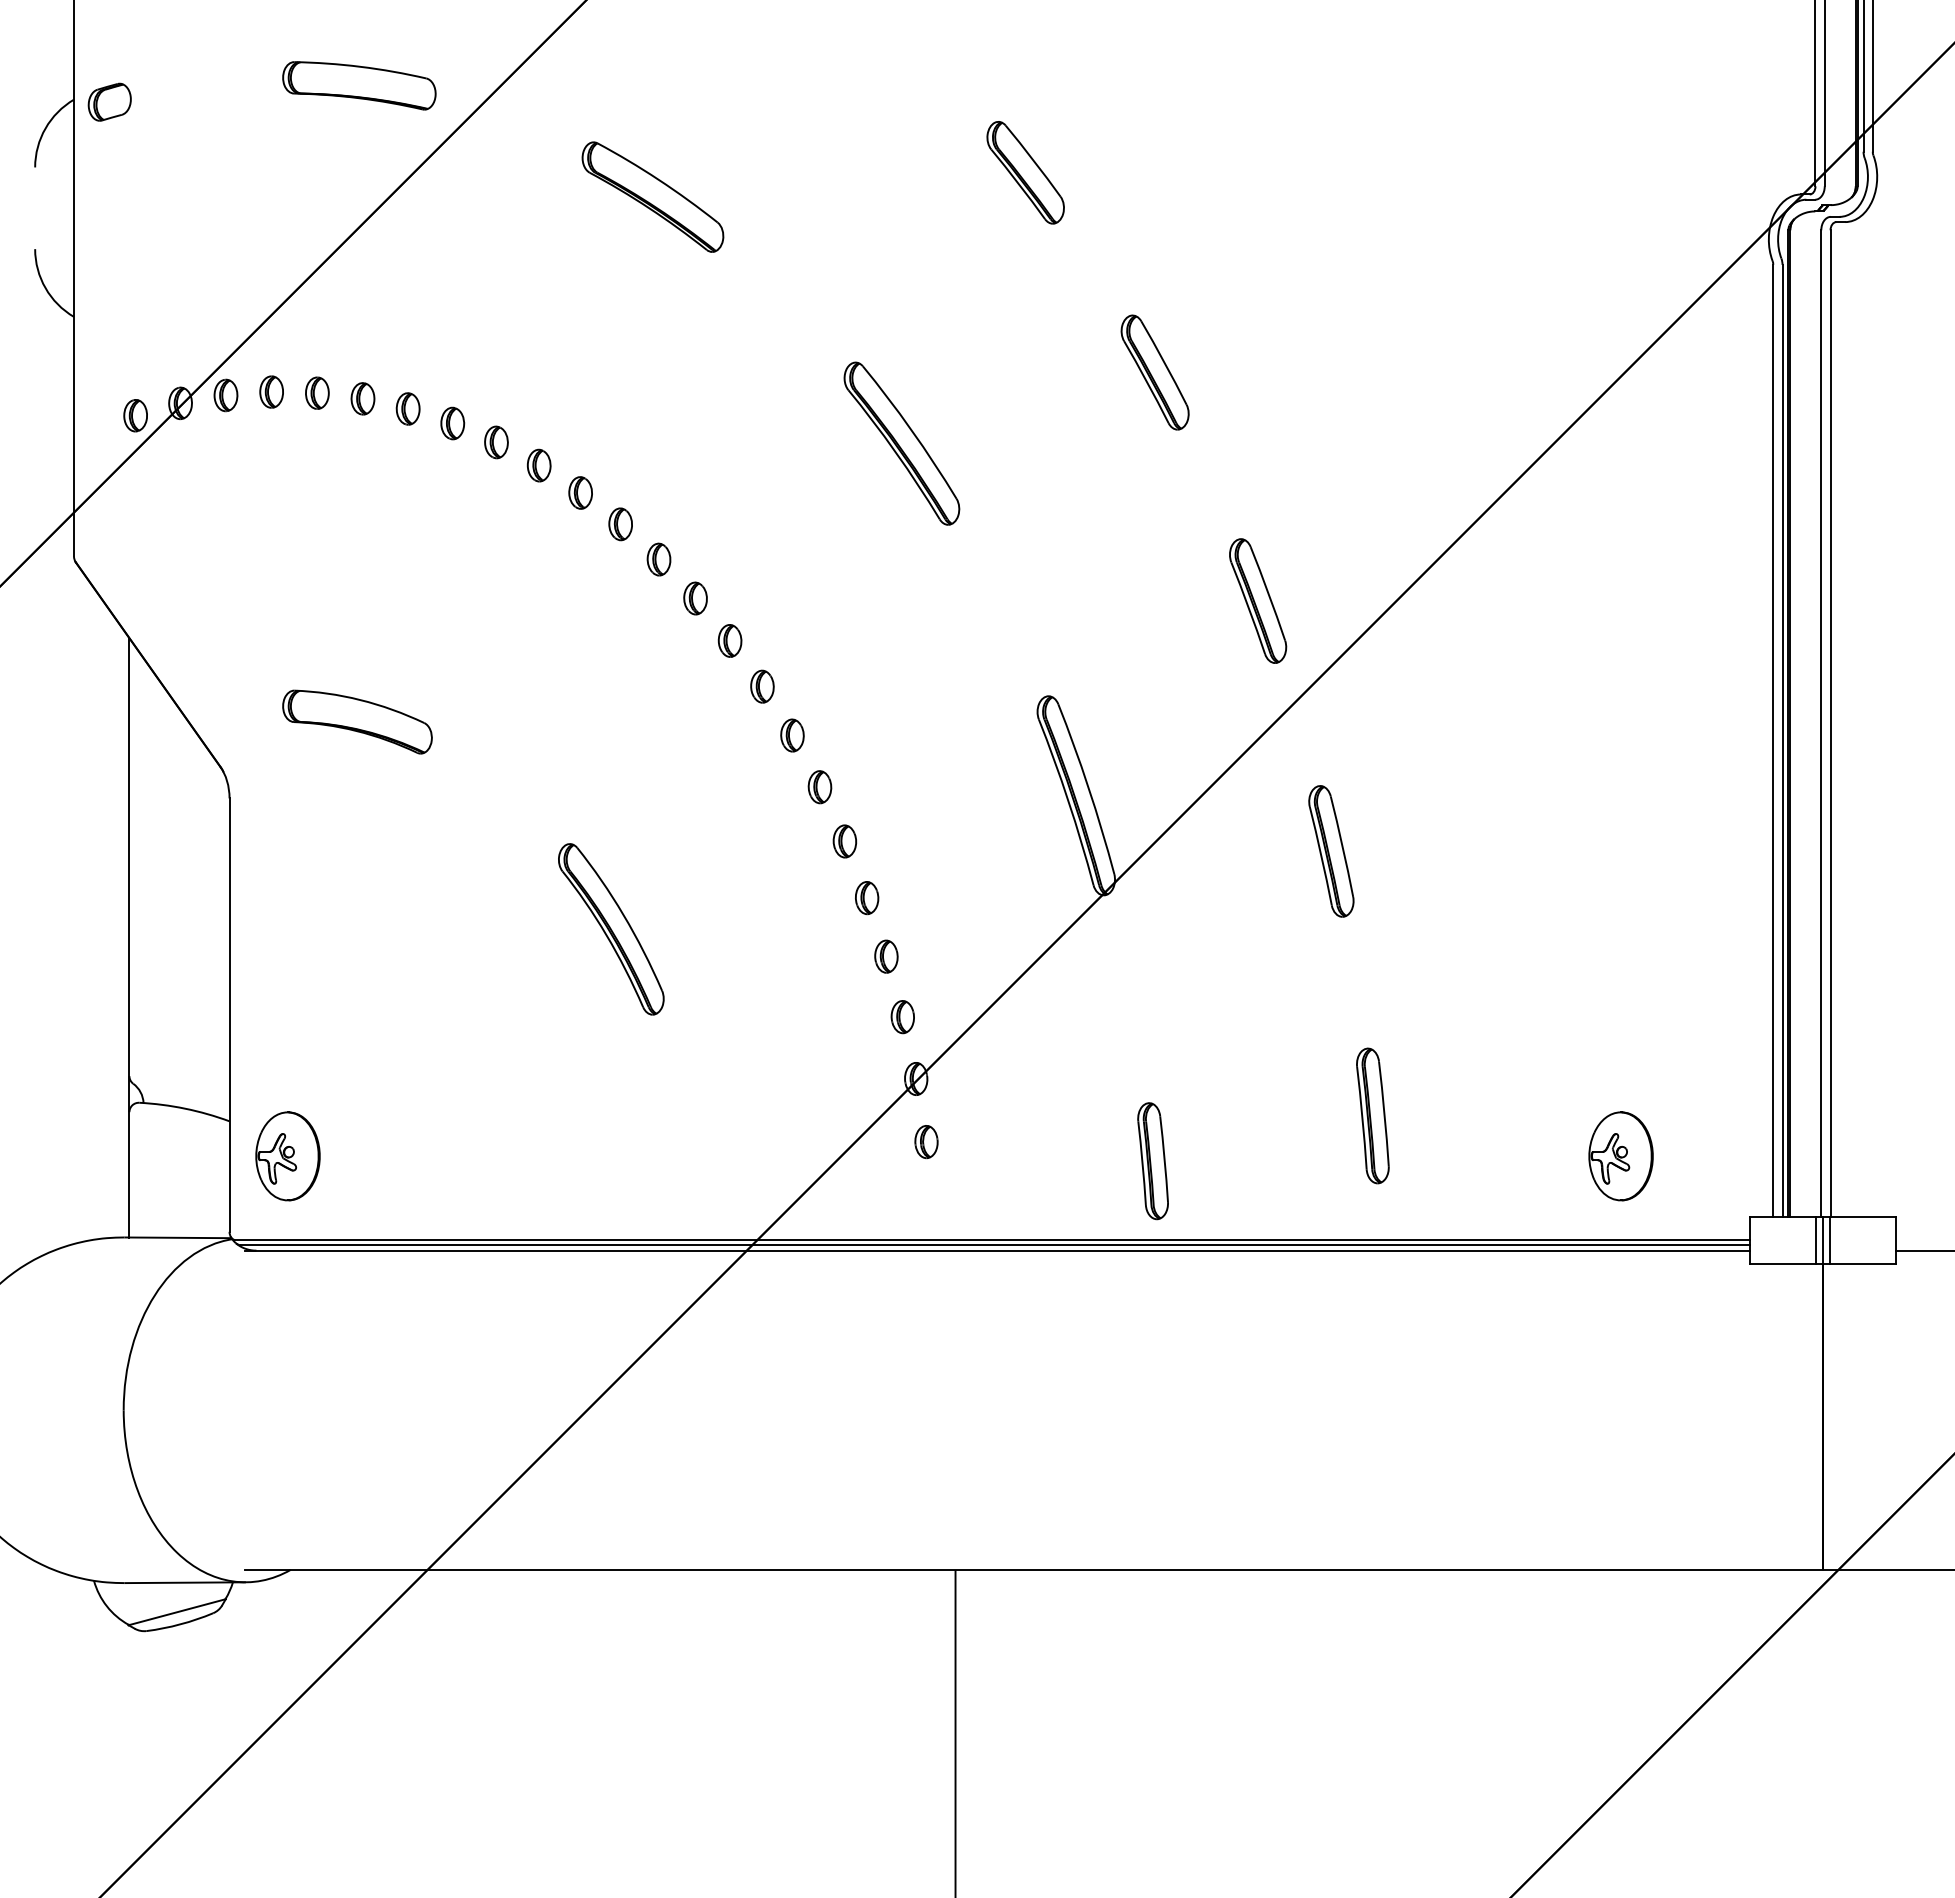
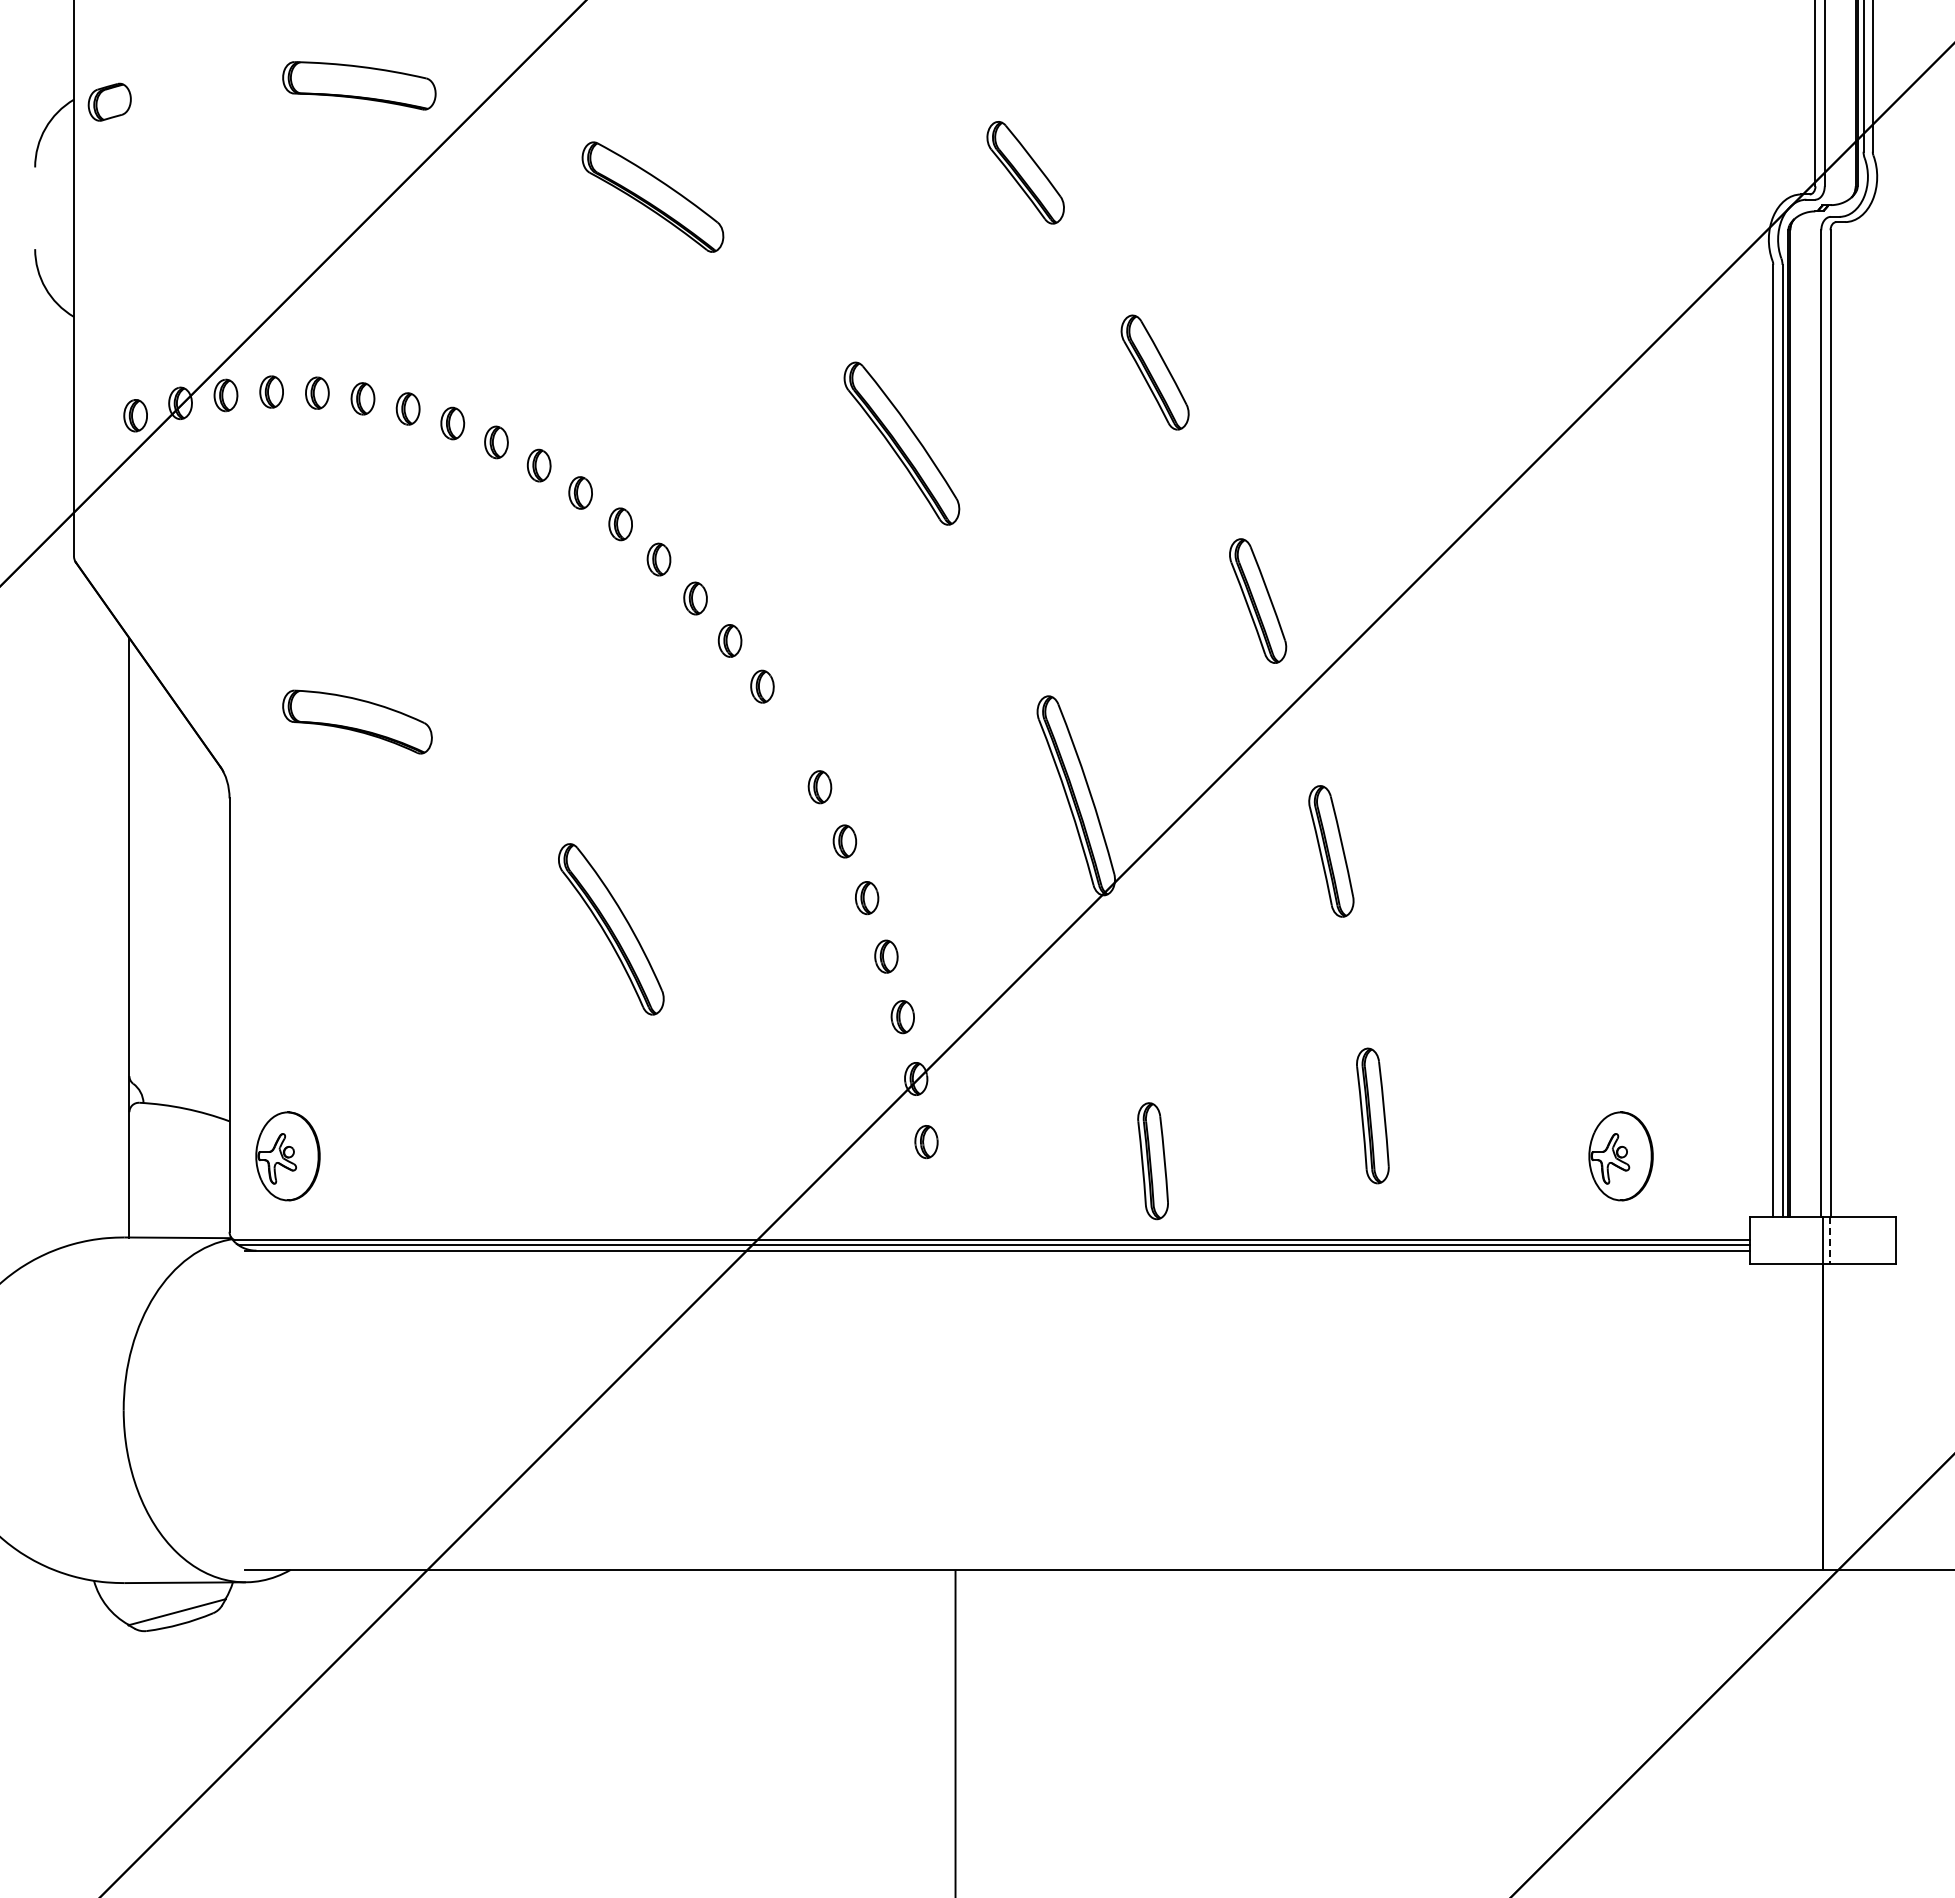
part at (792, 735): present -> none
line at (1816, 1240): present -> none
line at (1829, 1240): solid -> dashed
line at (1923, 1250): present -> none
